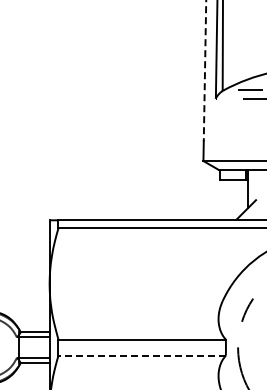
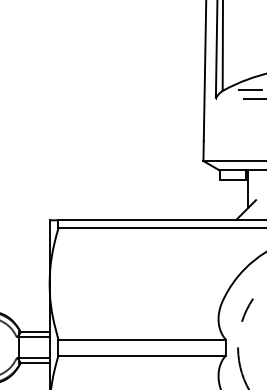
line at (205, 70): dashed -> solid
line at (142, 355): dashed -> solid
